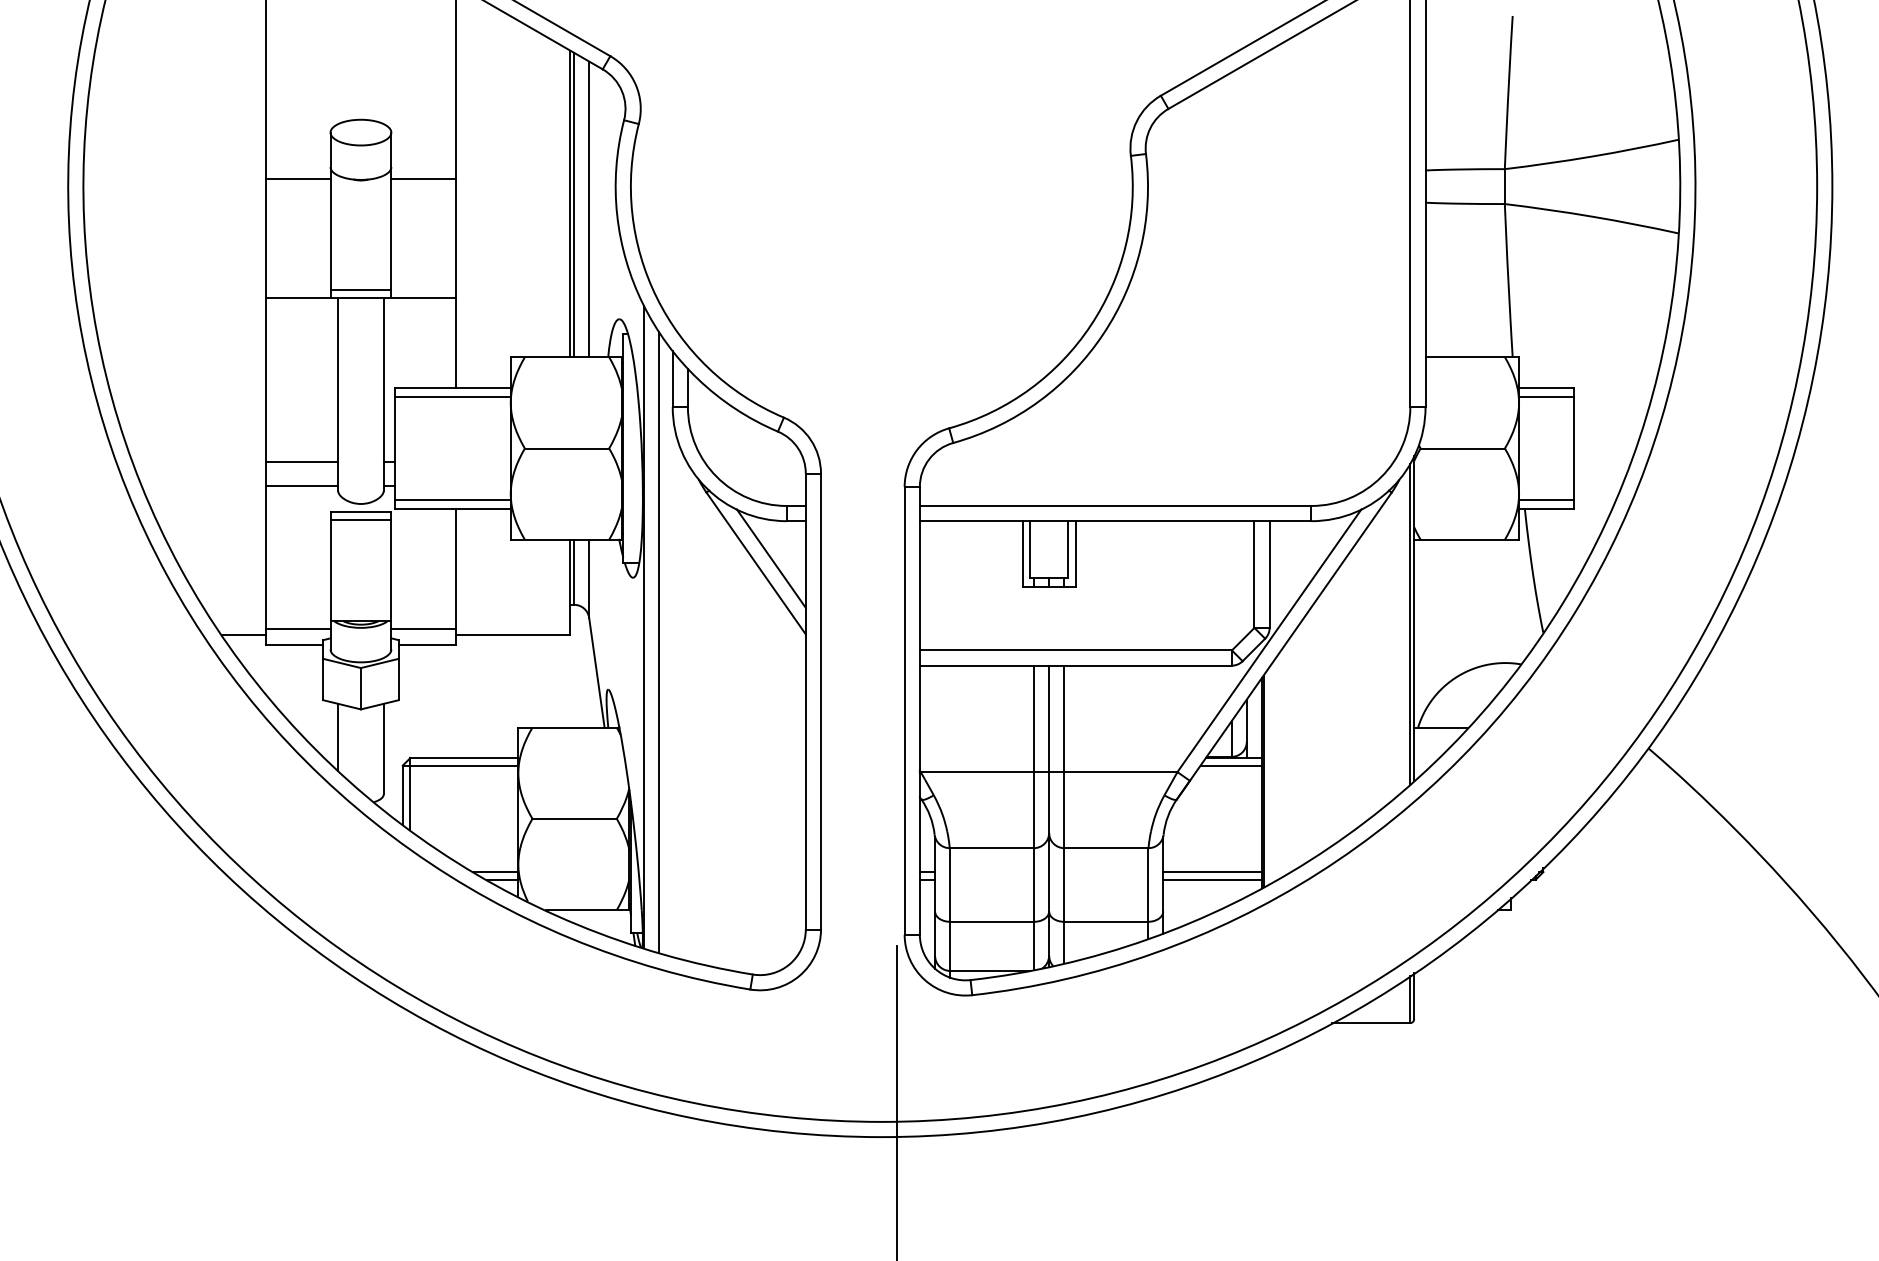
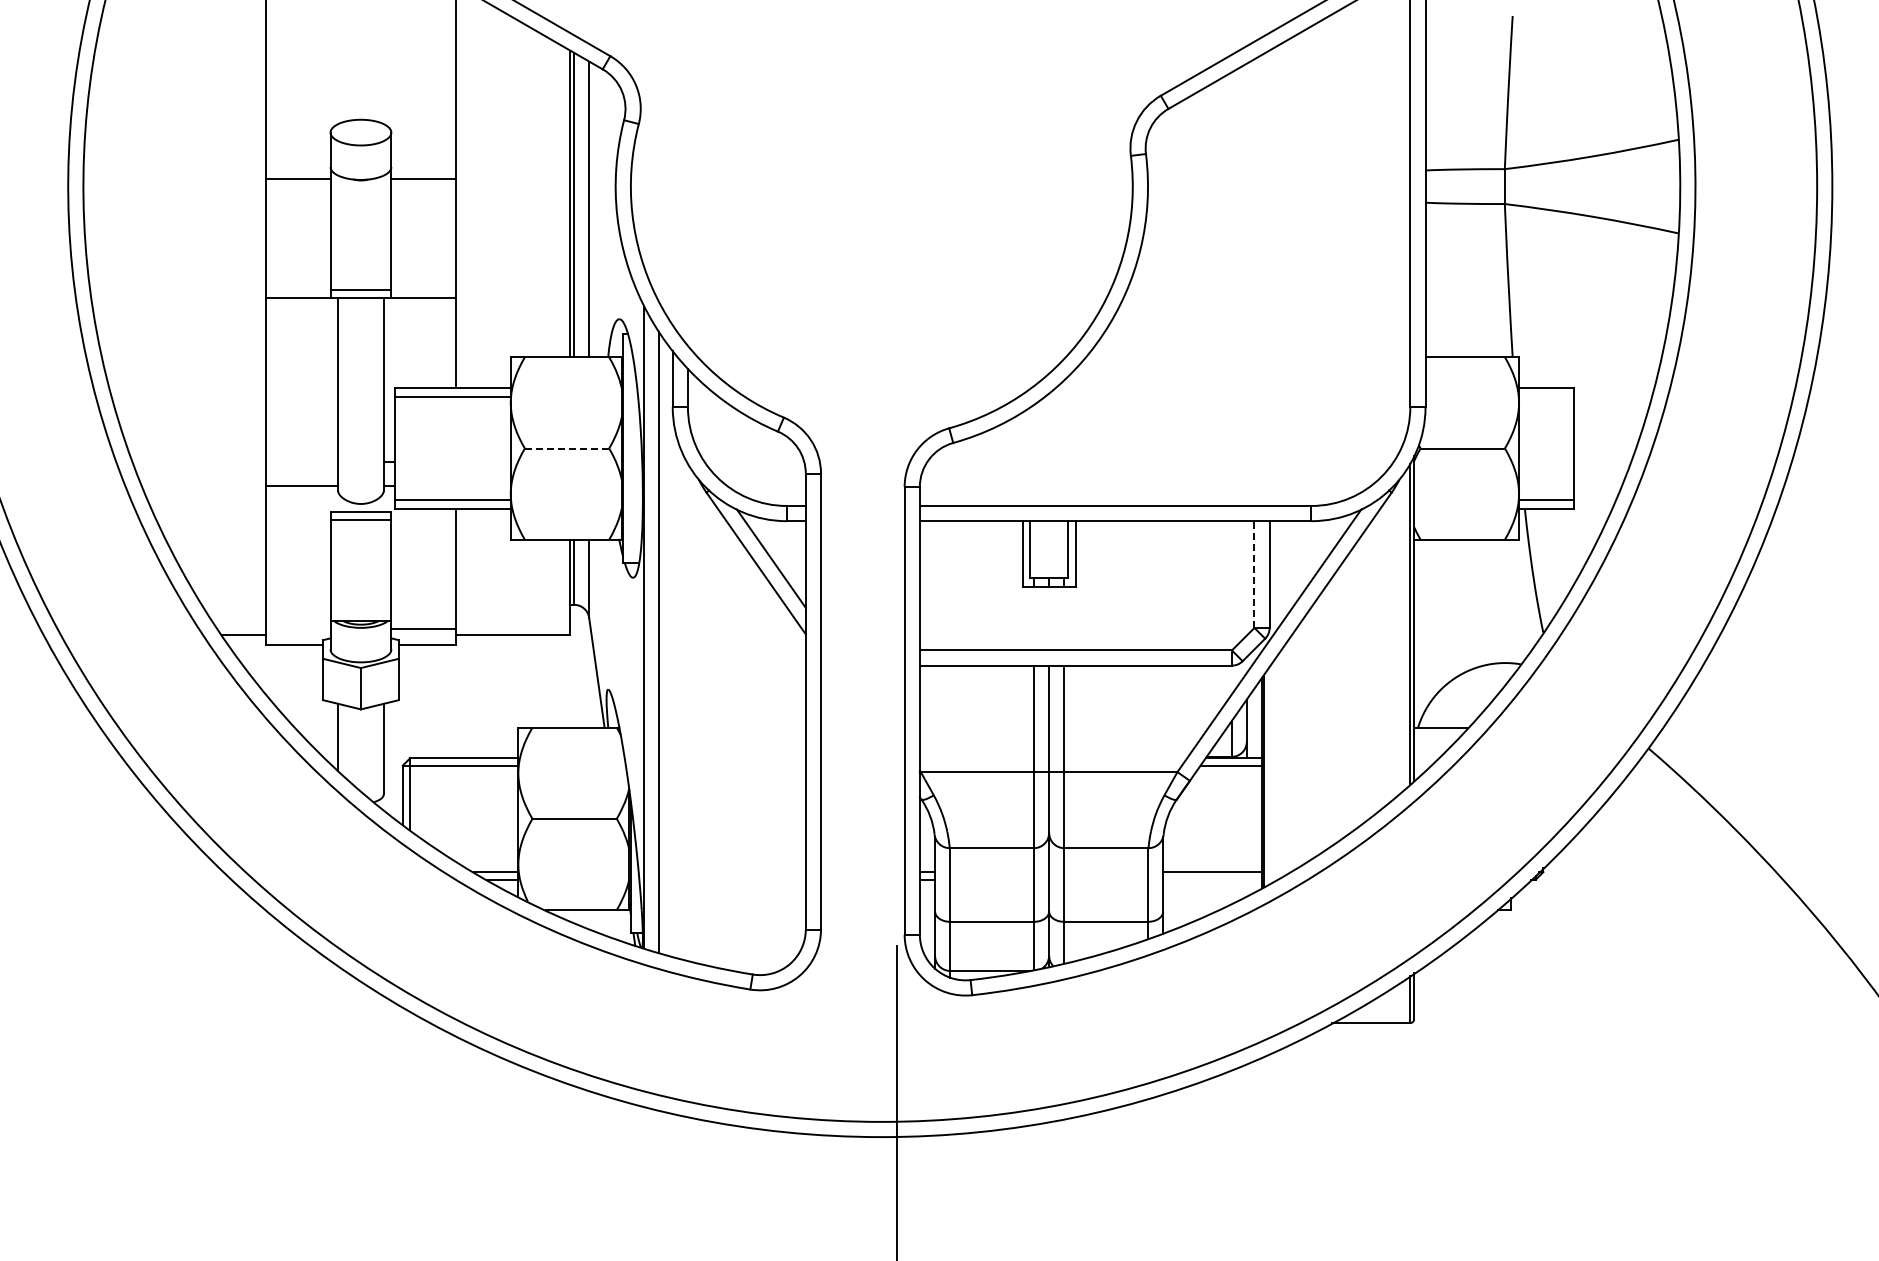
line at (1546, 397): present -> none
line at (566, 448): solid -> dashed
line at (301, 462): present -> none
line at (1254, 574): solid -> dashed
line at (297, 628): present -> none
line at (1212, 879): present -> none
